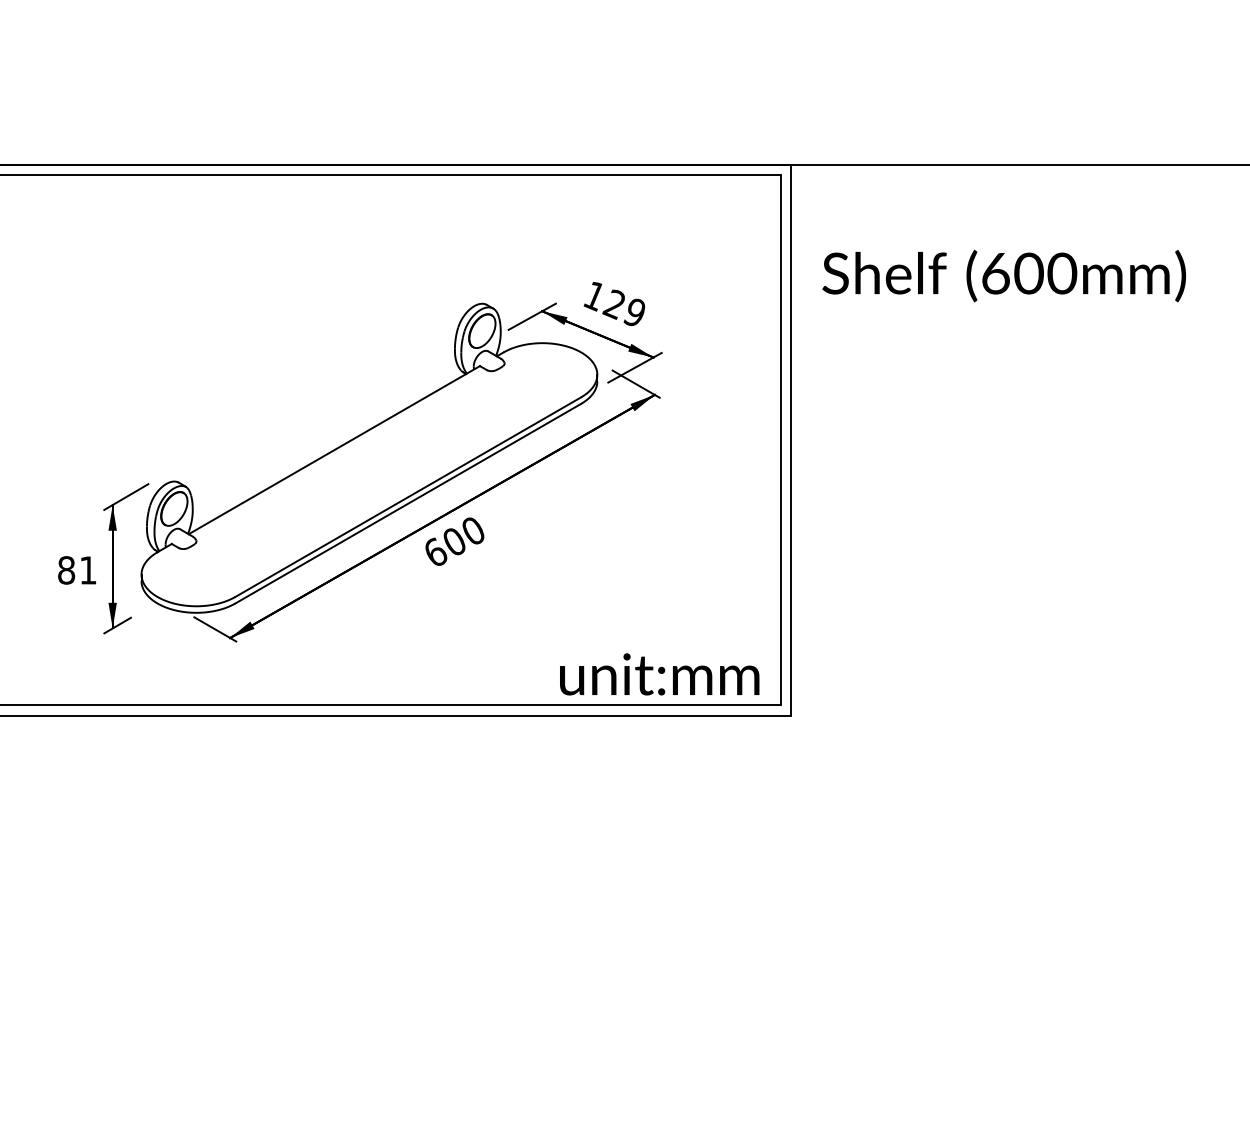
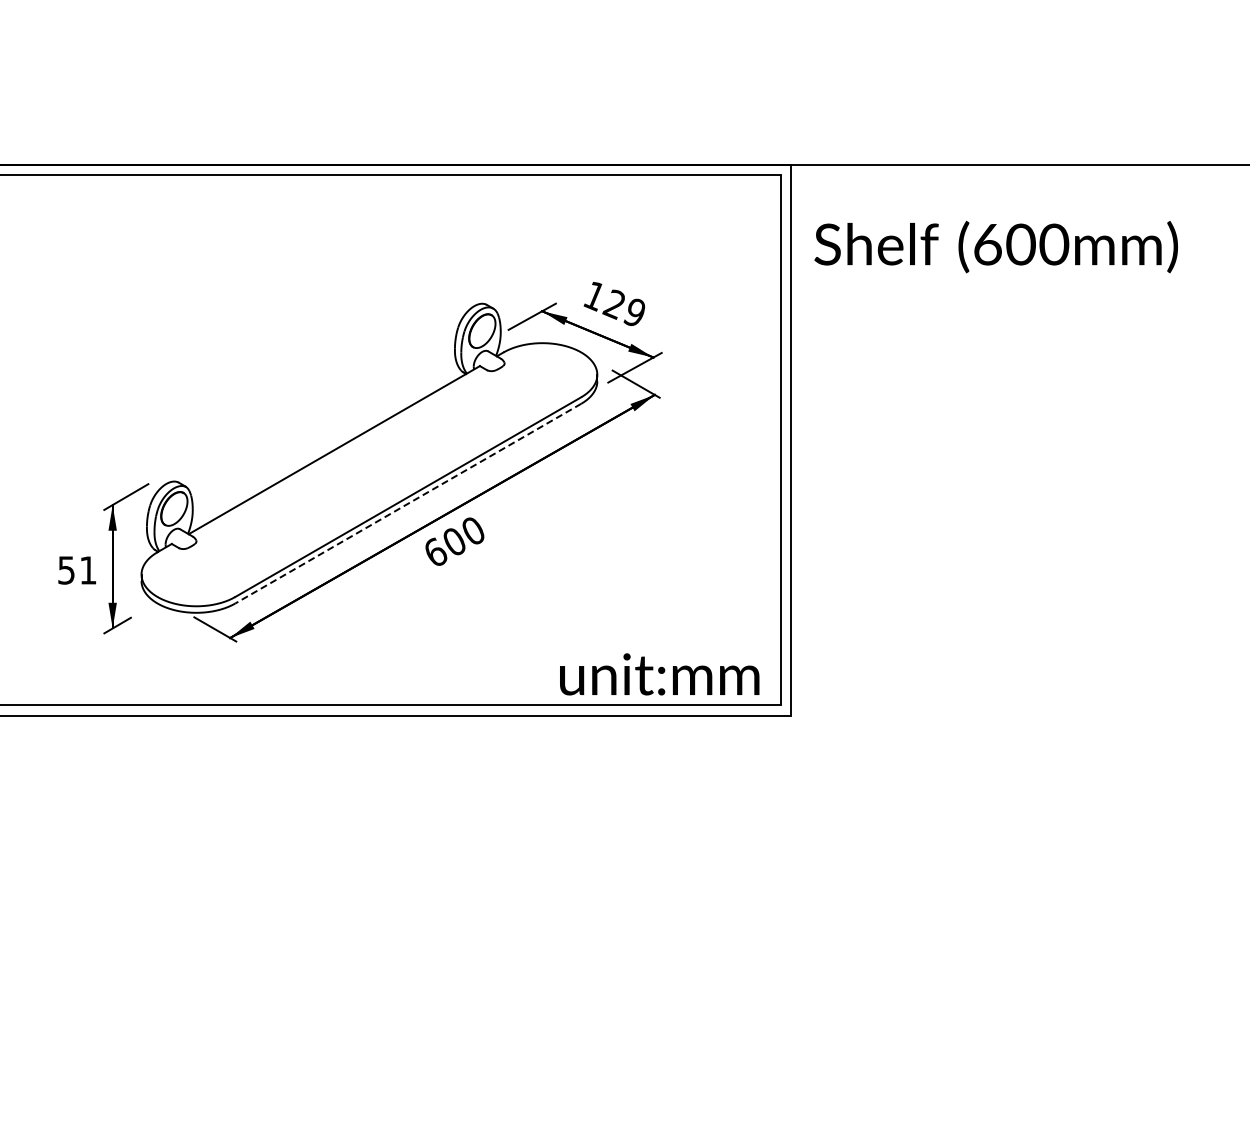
text at (1003, 275) position: (1003, 275) -> (995, 246)
line at (408, 503): solid -> dashed
text at (66, 570): 81 -> 51
